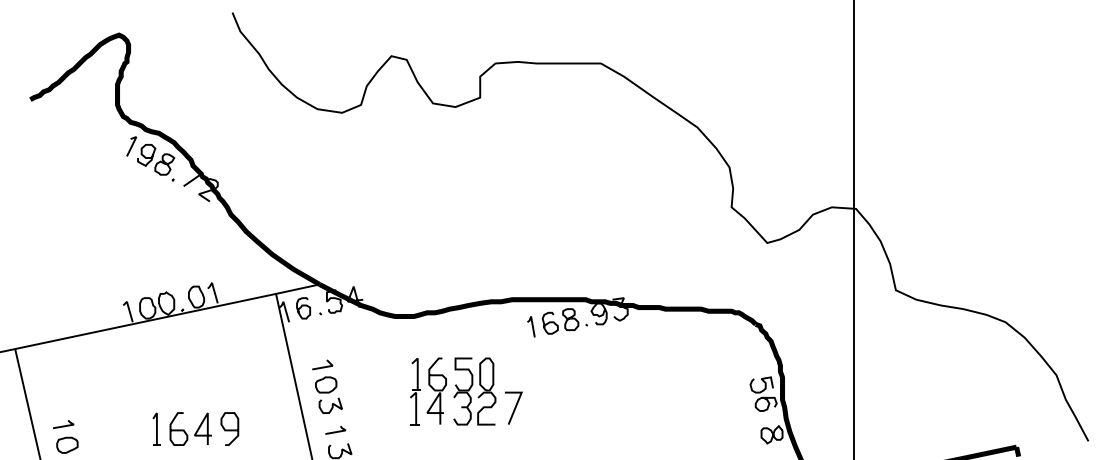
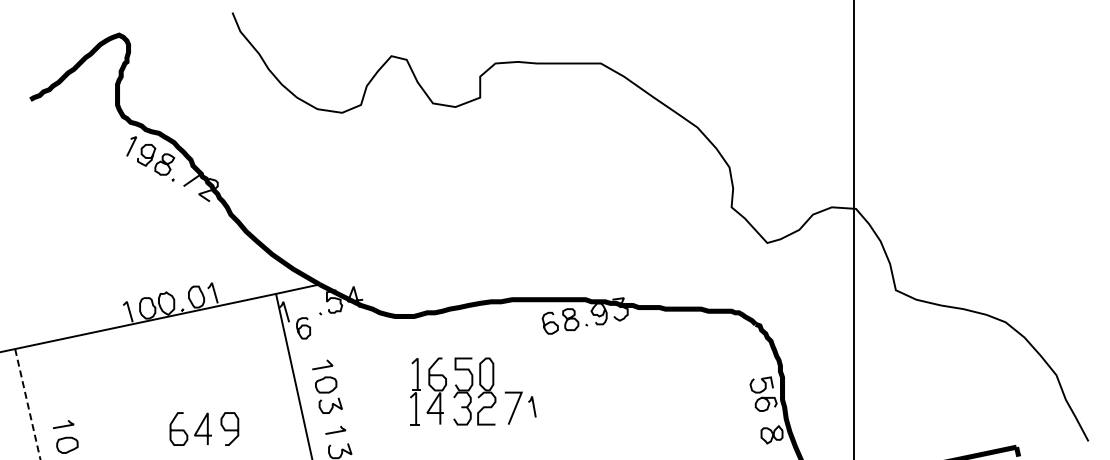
curve at (303, 306) position: (303, 306) -> (303, 326)
line at (531, 325) position: (531, 325) -> (532, 405)
line at (27, 404): solid -> dashed
part at (156, 428): present -> none
